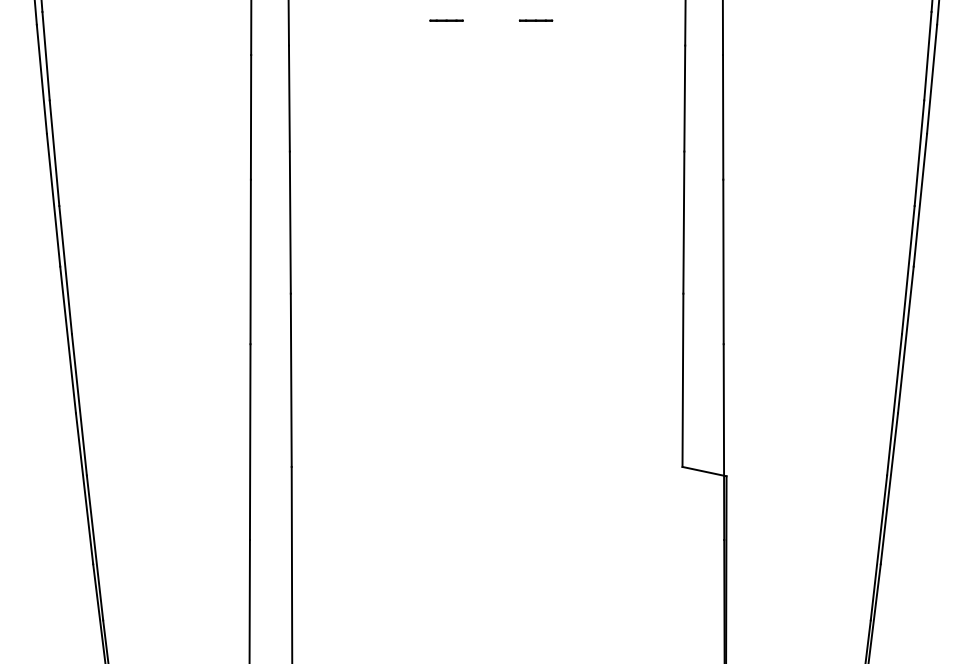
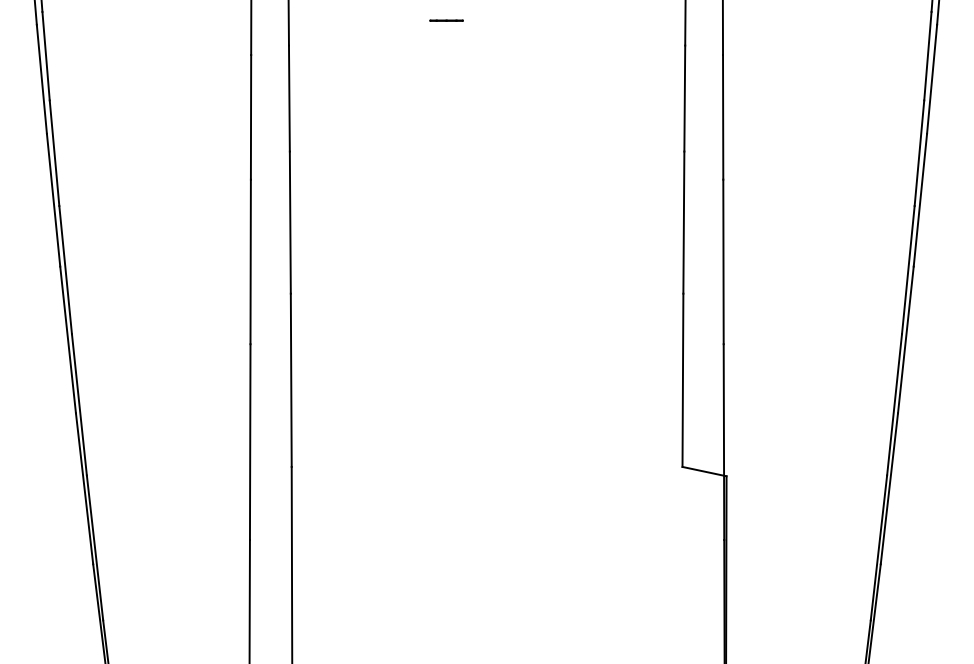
line at (535, 20): present -> none
